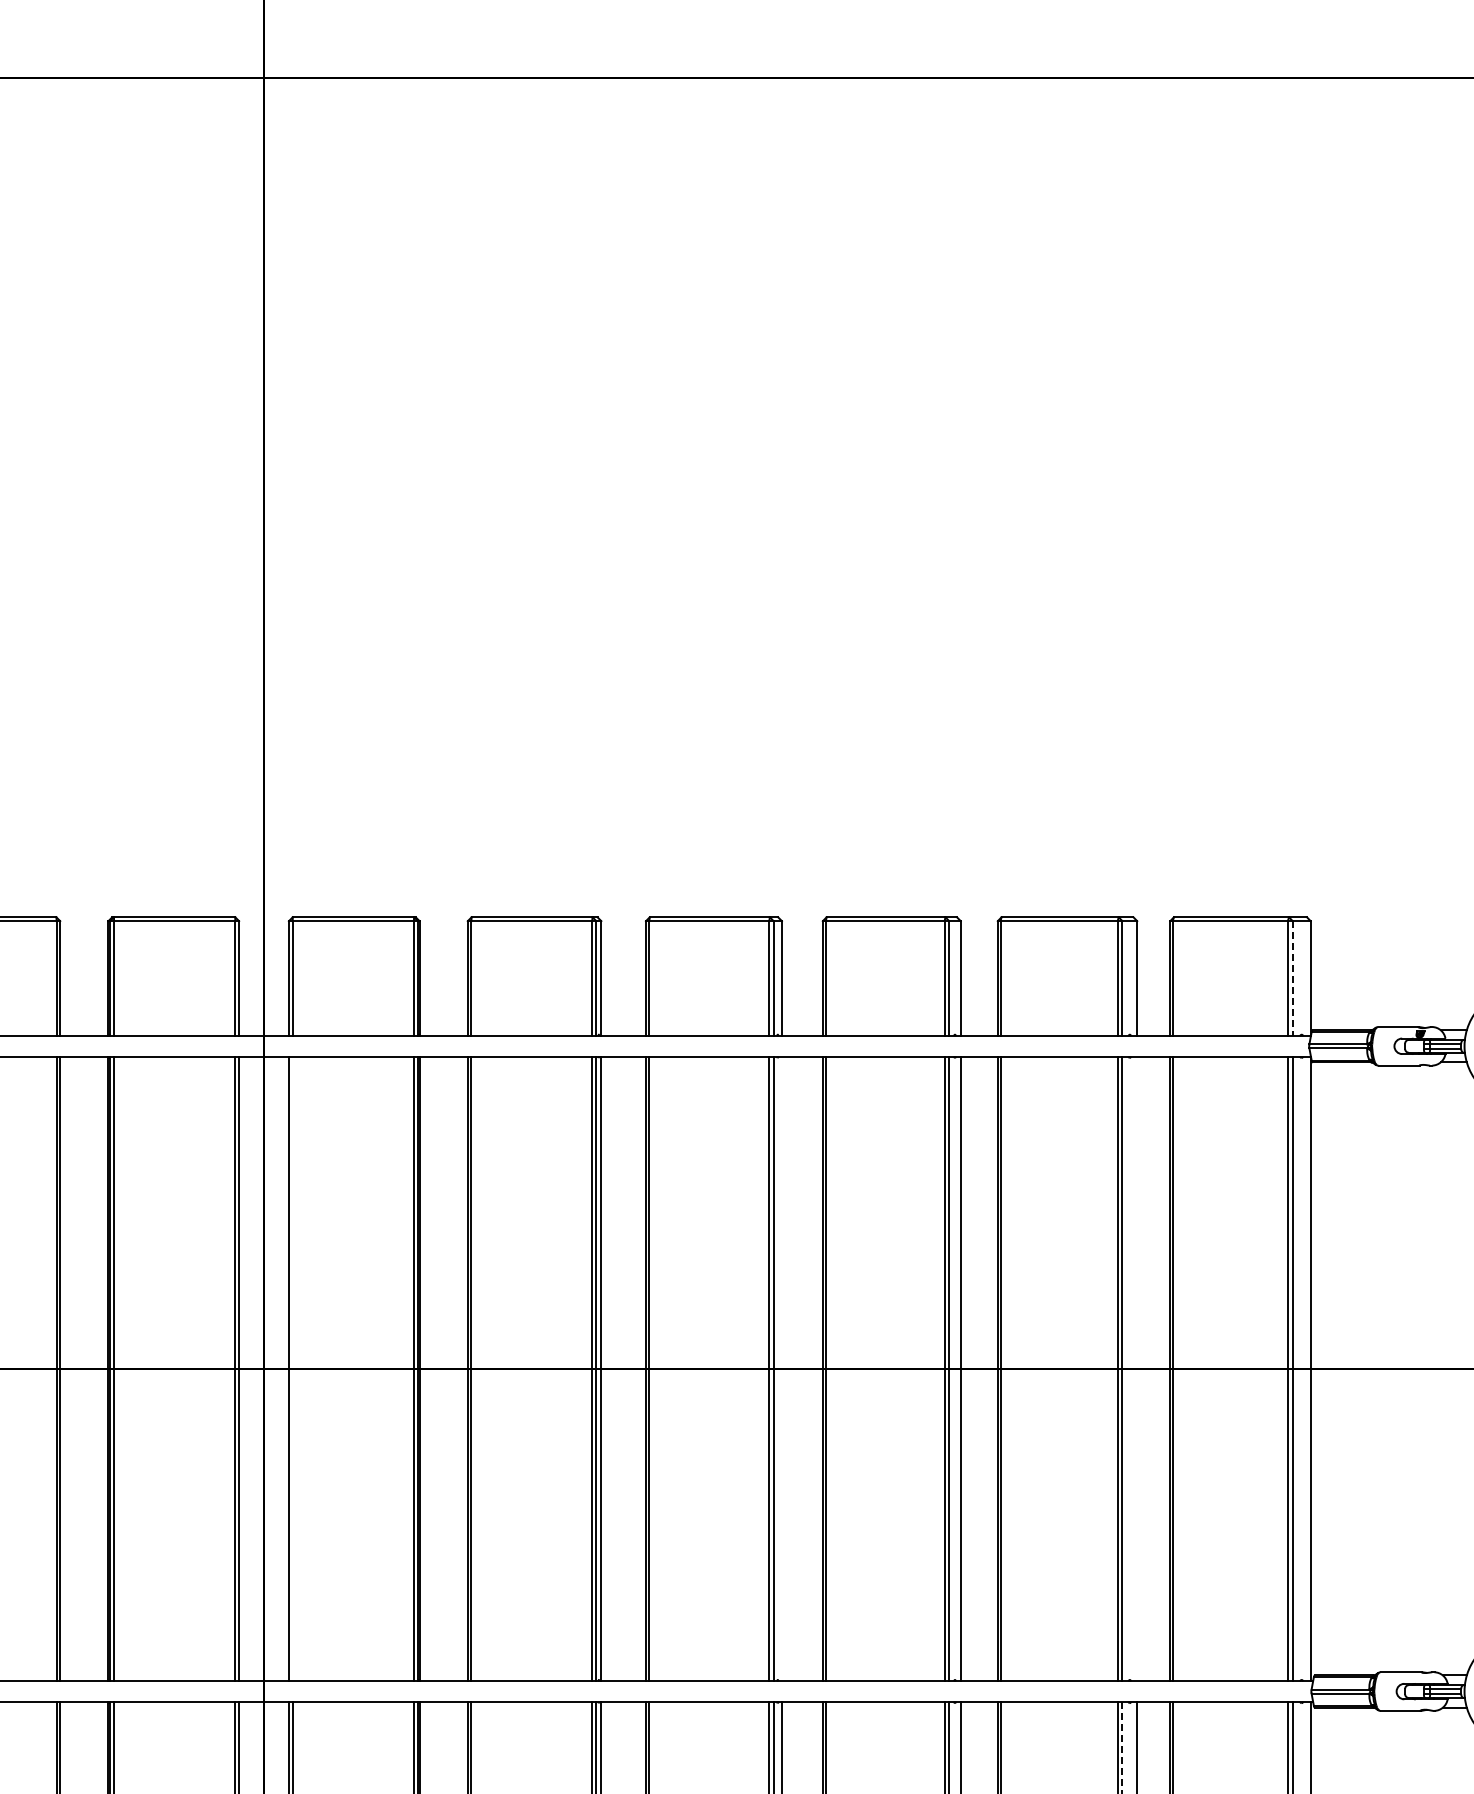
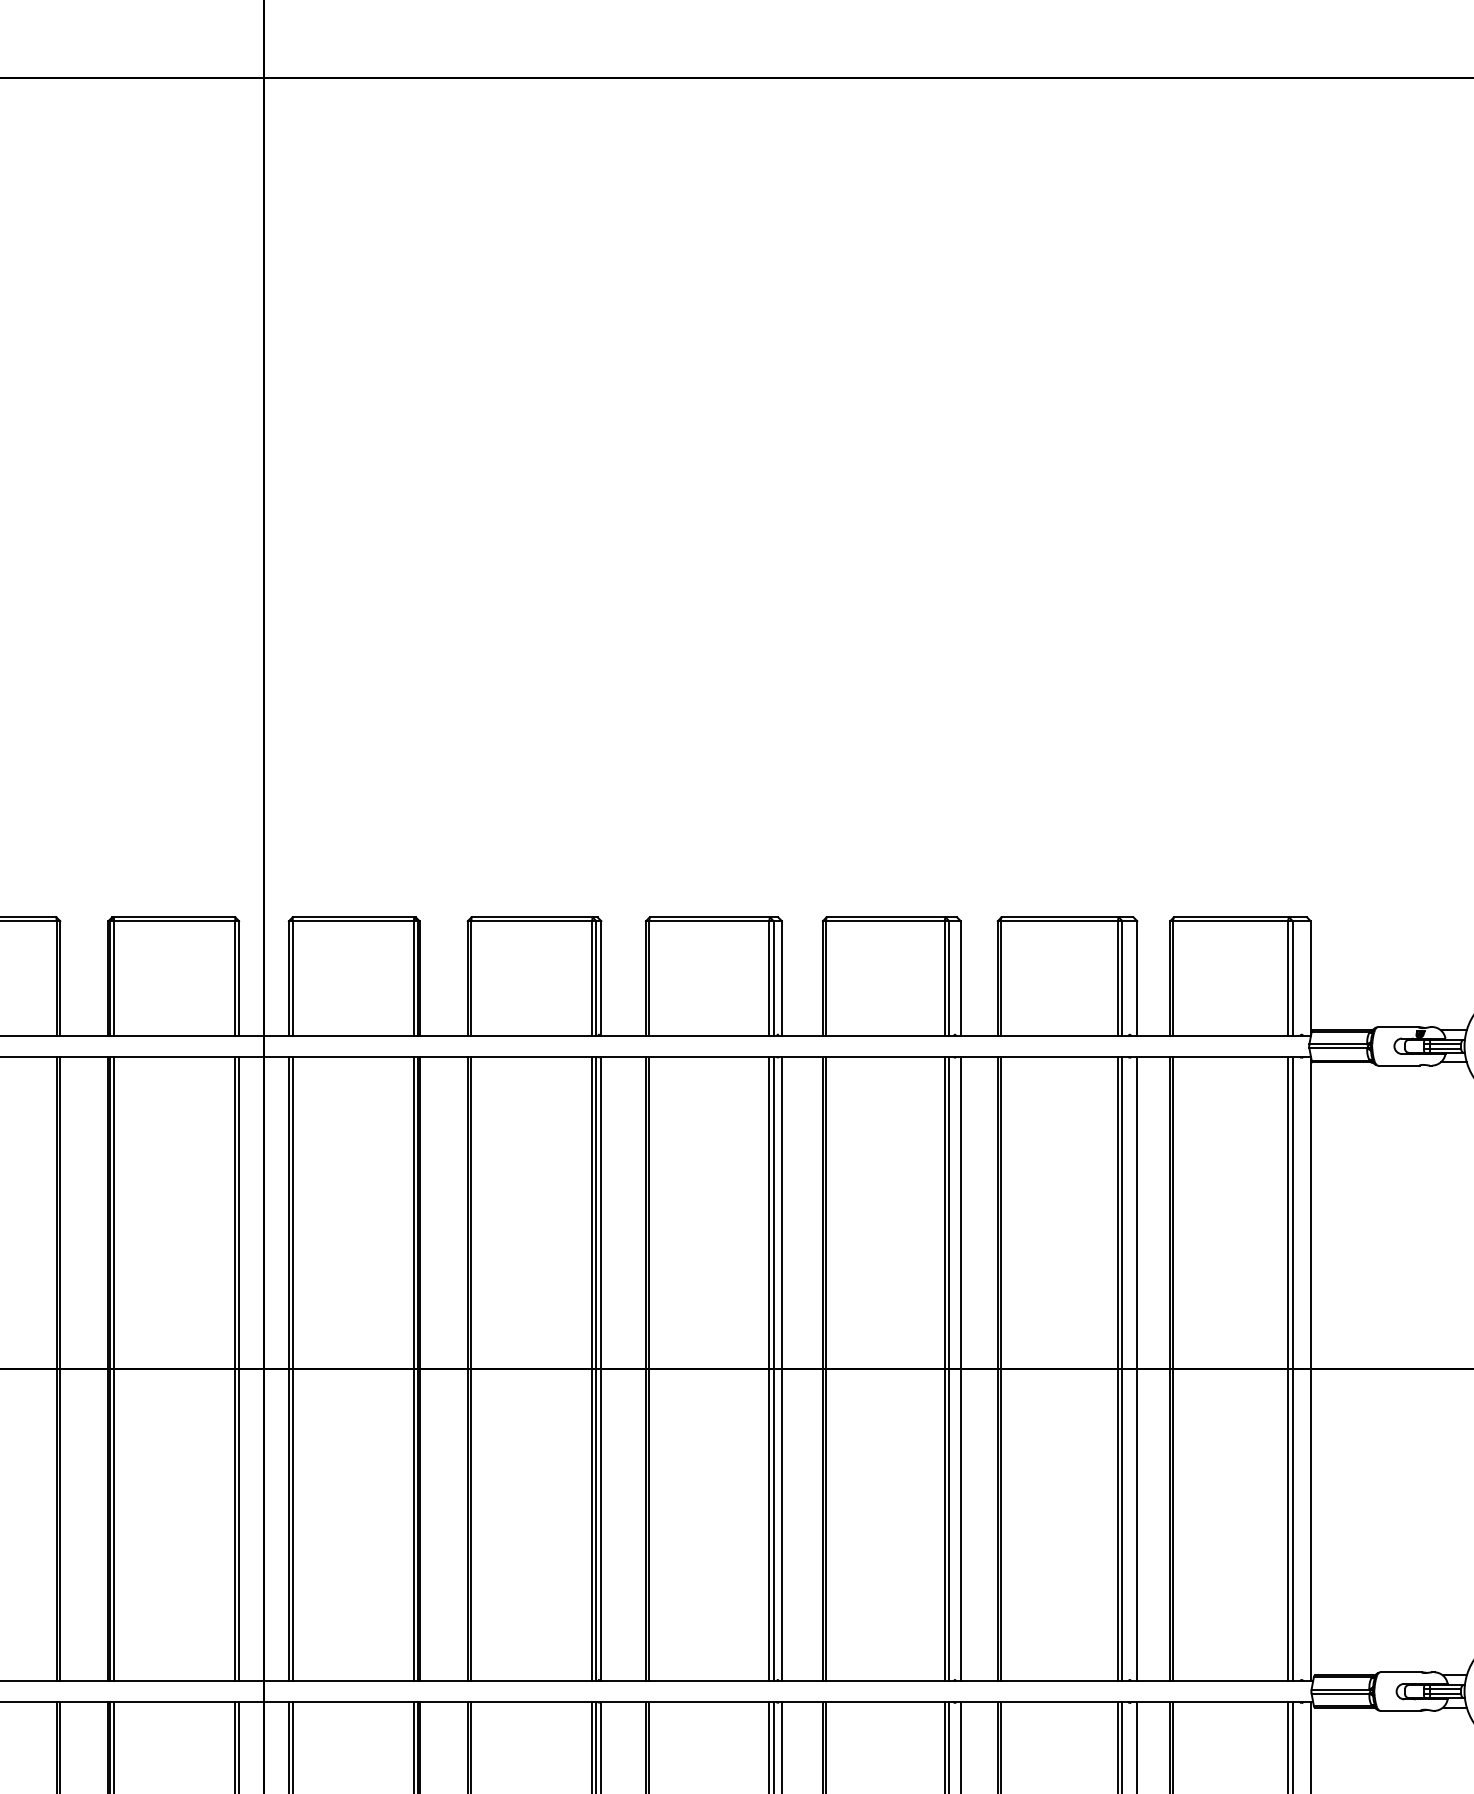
line at (1292, 979): dashed -> solid
line at (292, 1368): none -> present
line at (781, 1368): none -> present
line at (1137, 1368): none -> present
line at (1122, 1747): dashed -> solid
